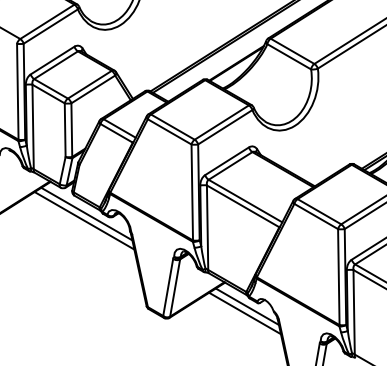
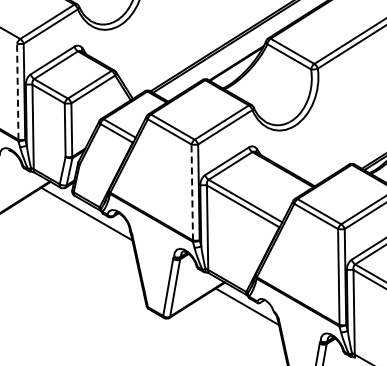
line at (17, 91): solid -> dashed
line at (192, 192): solid -> dashed
line at (84, 220): present -> none
line at (244, 313): present -> none
